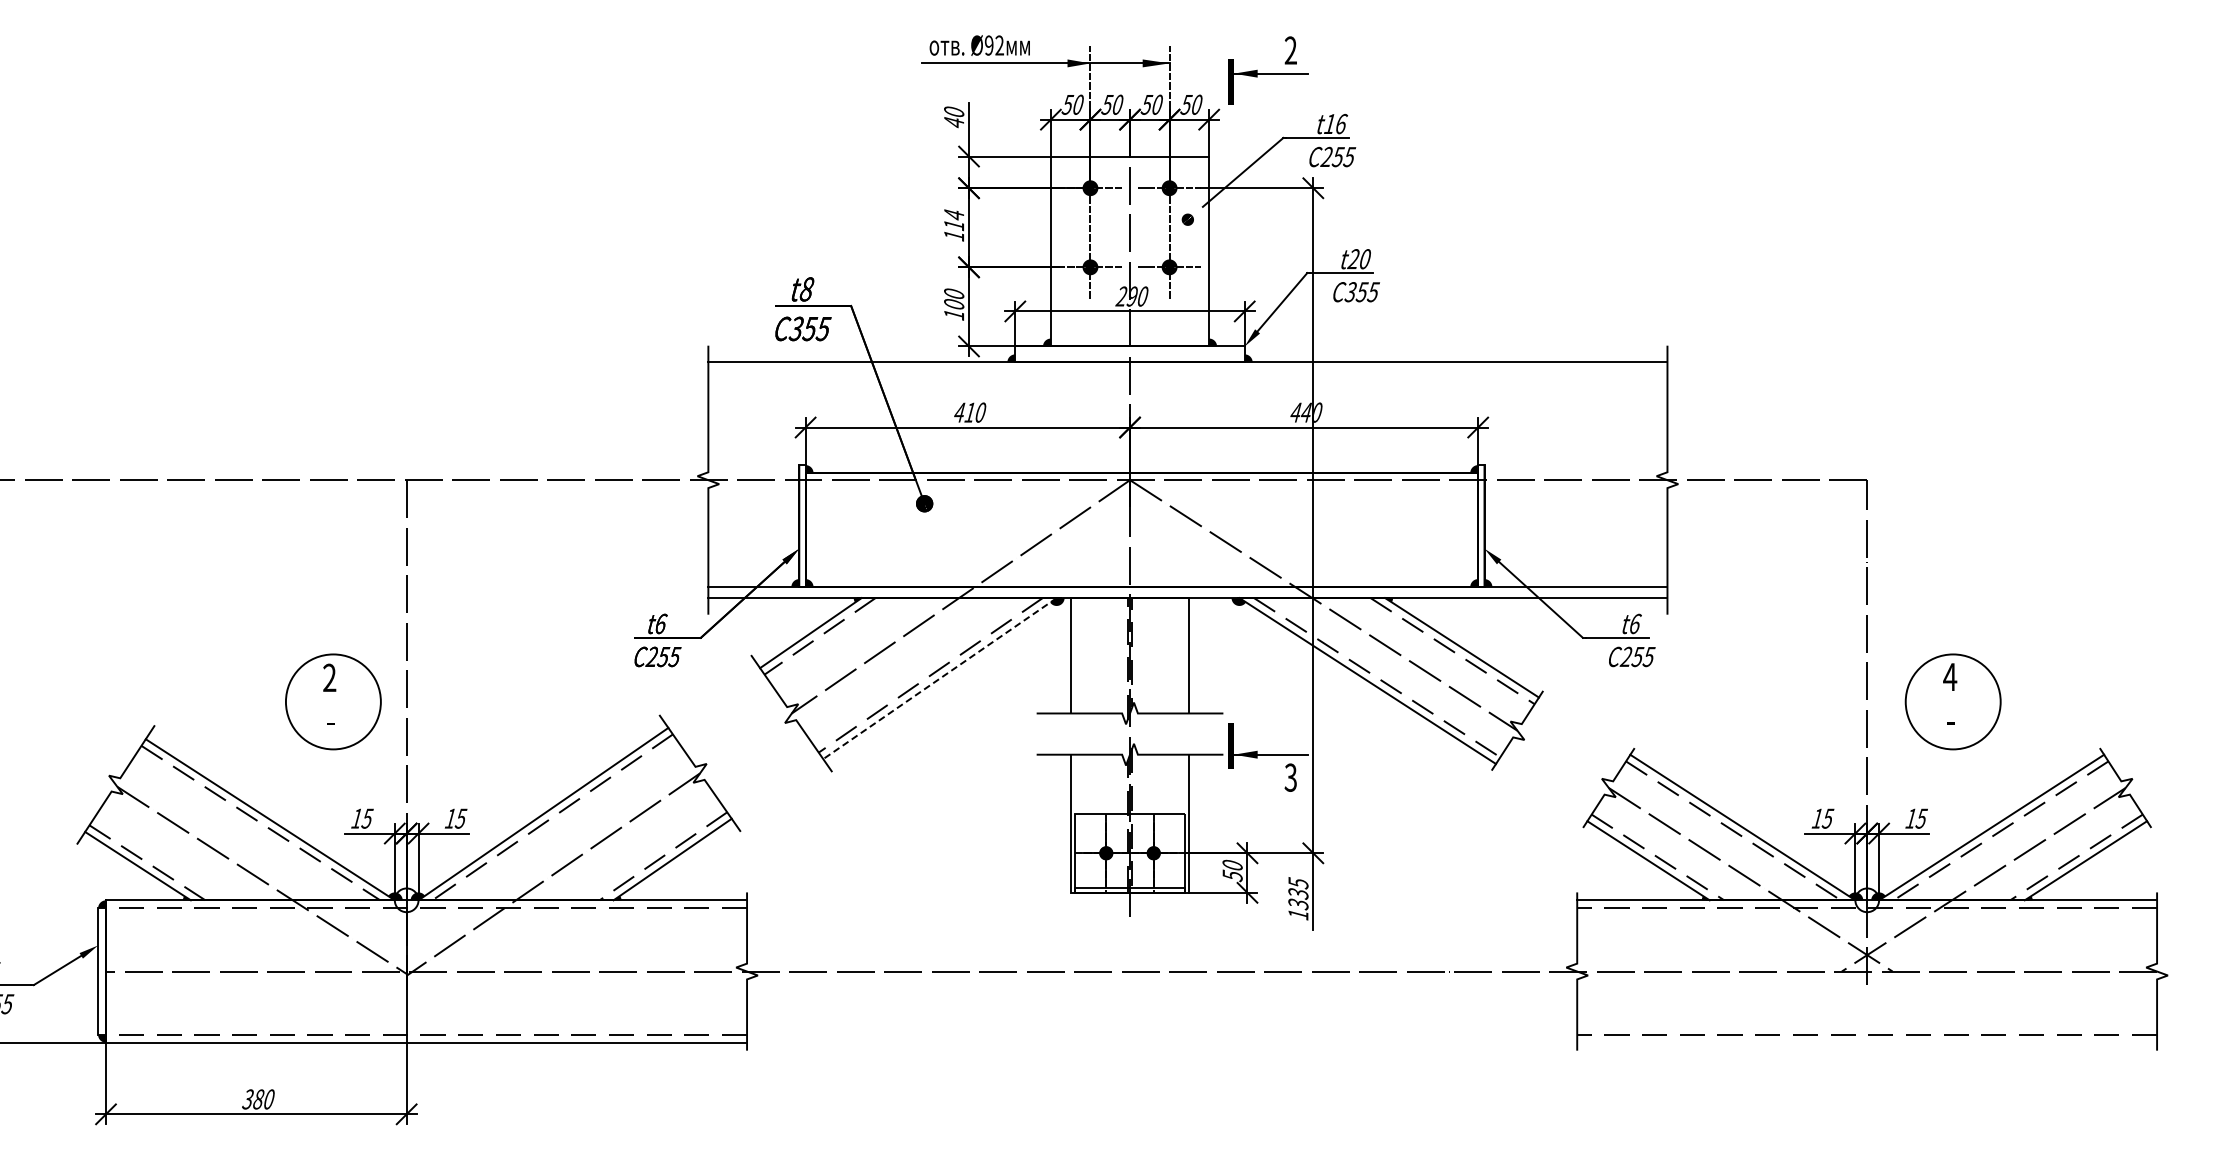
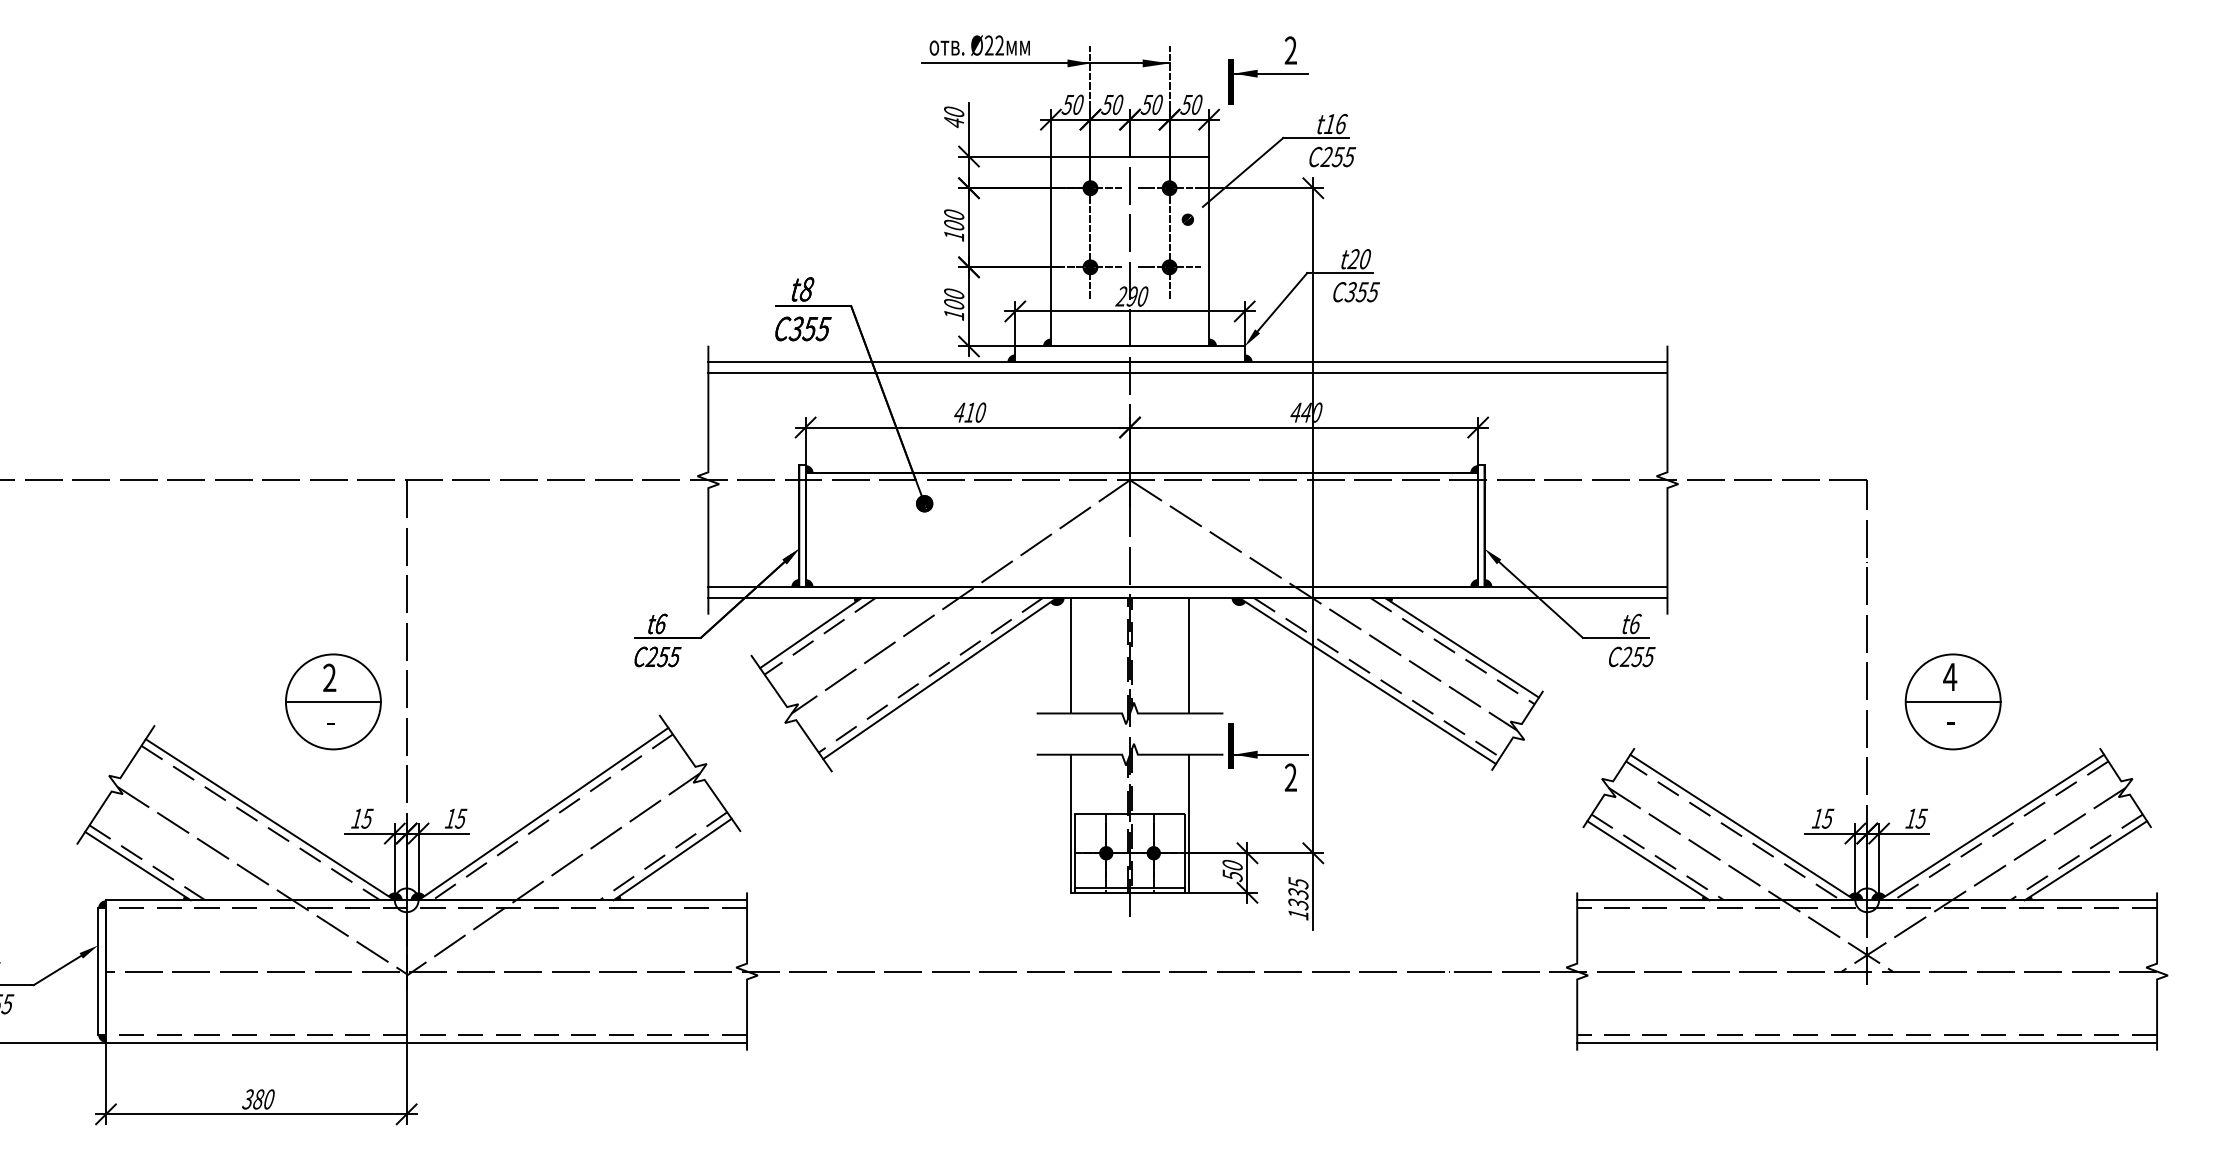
text at (988, 45): Ø92 -> Ø22
text at (954, 220): 114 -> 100
line at (1187, 373): none -> present
line at (939, 678): dashed -> solid
line at (332, 701): none -> present
line at (1952, 701): none -> present
text at (1290, 777): 3 -> 2
line at (1867, 1042): none -> present
